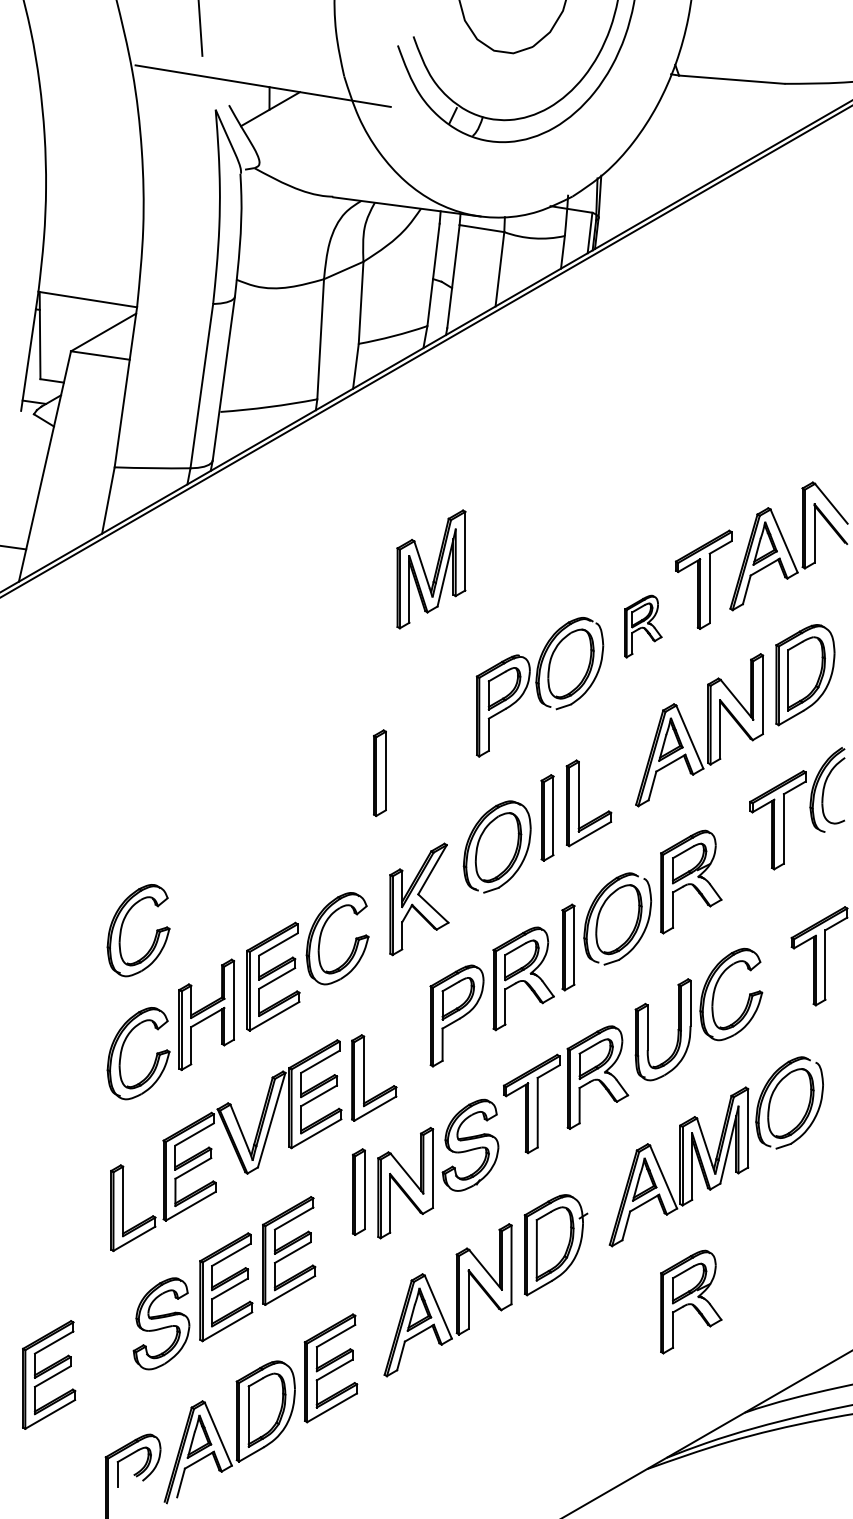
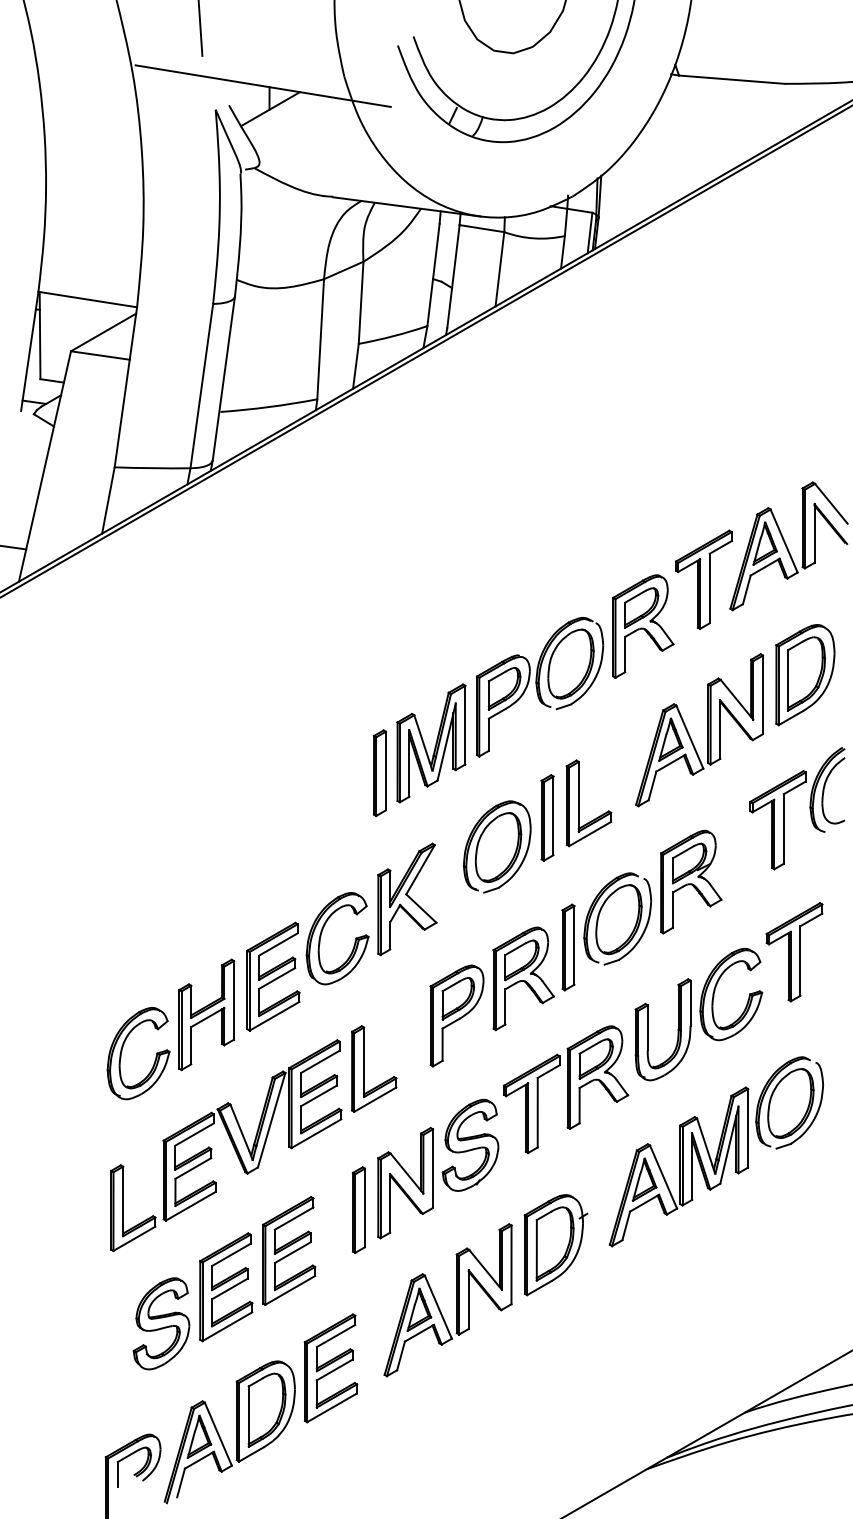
part at (431, 569) position: (431, 569) -> (431, 743)
part at (643, 626) size: 39x65 px -> 63x105 px
part at (419, 899) position: (419, 899) -> (407, 899)
part at (122, 928): present -> none
part at (819, 956) position: (819, 956) -> (794, 952)
part at (364, 1077) position: (364, 1077) -> (364, 1068)
part at (358, 1191) position: (358, 1191) -> (358, 1209)
part at (691, 1301): present -> none
part at (49, 1374): present -> none
